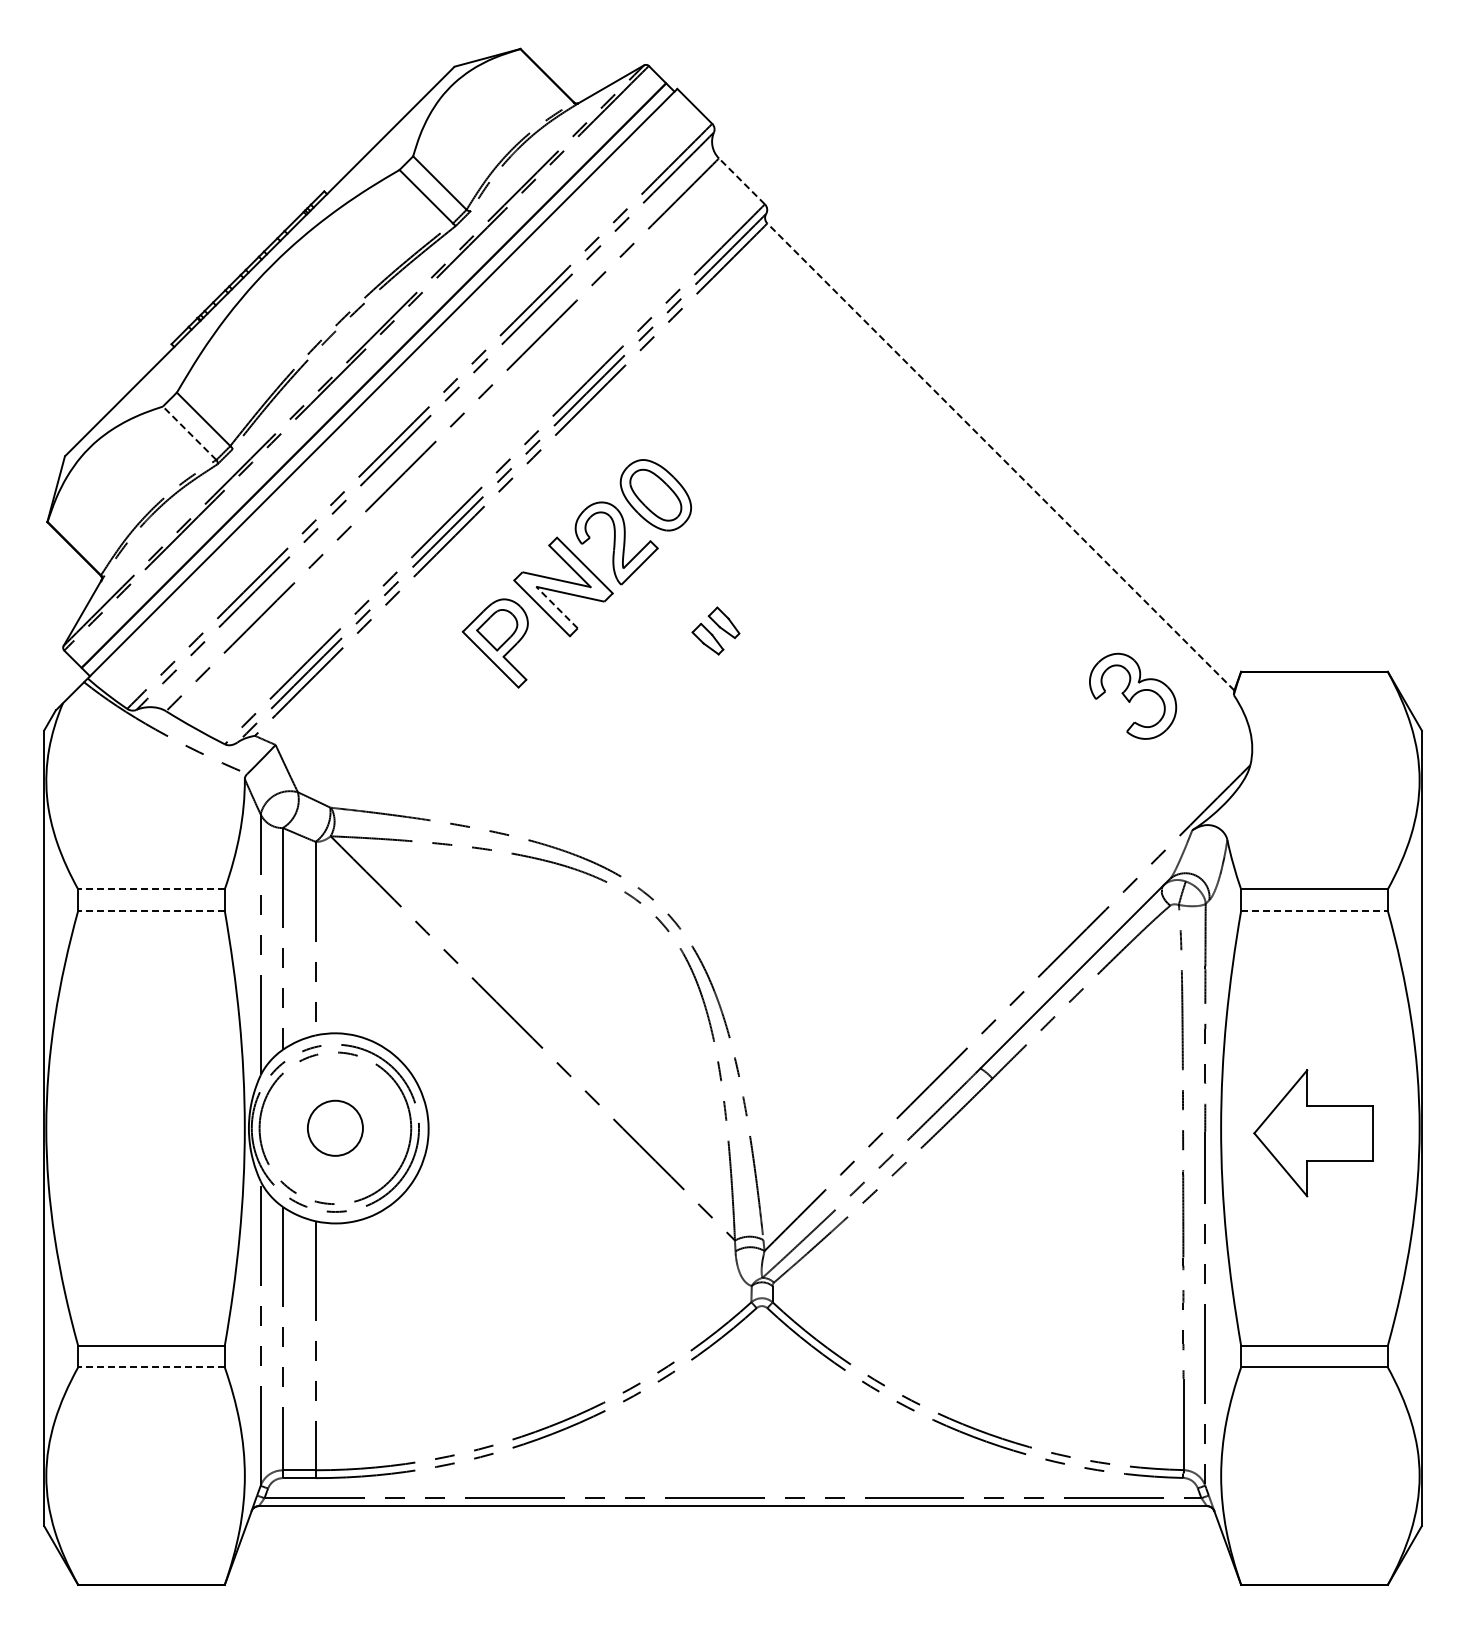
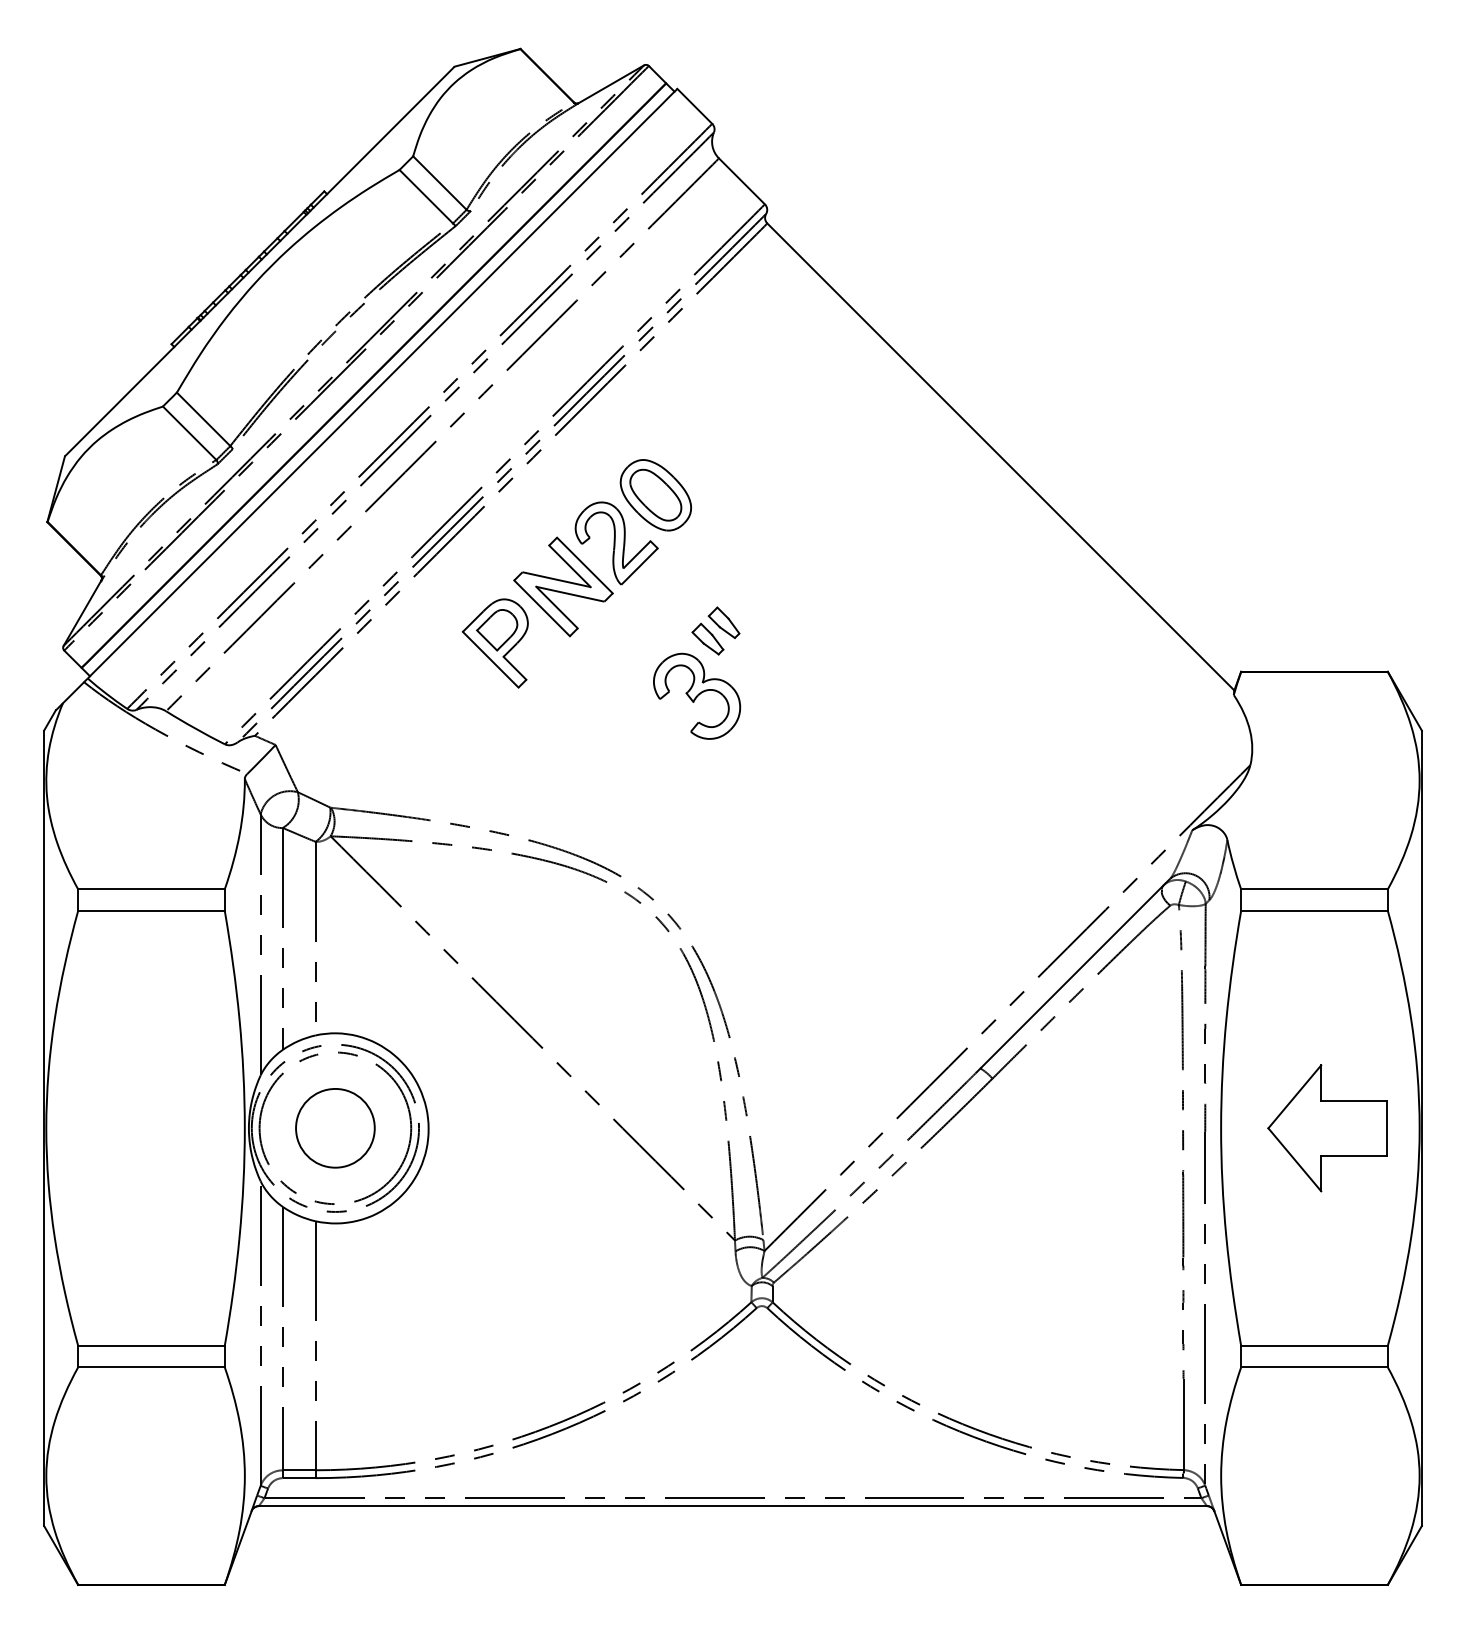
line at (741, 181): dashed -> solid
line at (189, 433): dashed -> solid
line at (1000, 456): dashed -> solid
line at (556, 607): dashed -> solid
part at (1133, 695) position: (1133, 695) -> (697, 695)
line at (150, 889): dashed -> solid
line at (150, 910): dashed -> solid
line at (1314, 910): dashed -> solid
circle at (334, 1127) diameter: 55 px -> 79 px
part at (1313, 1133) position: (1313, 1133) -> (1327, 1128)
line at (150, 1367): dashed -> solid
